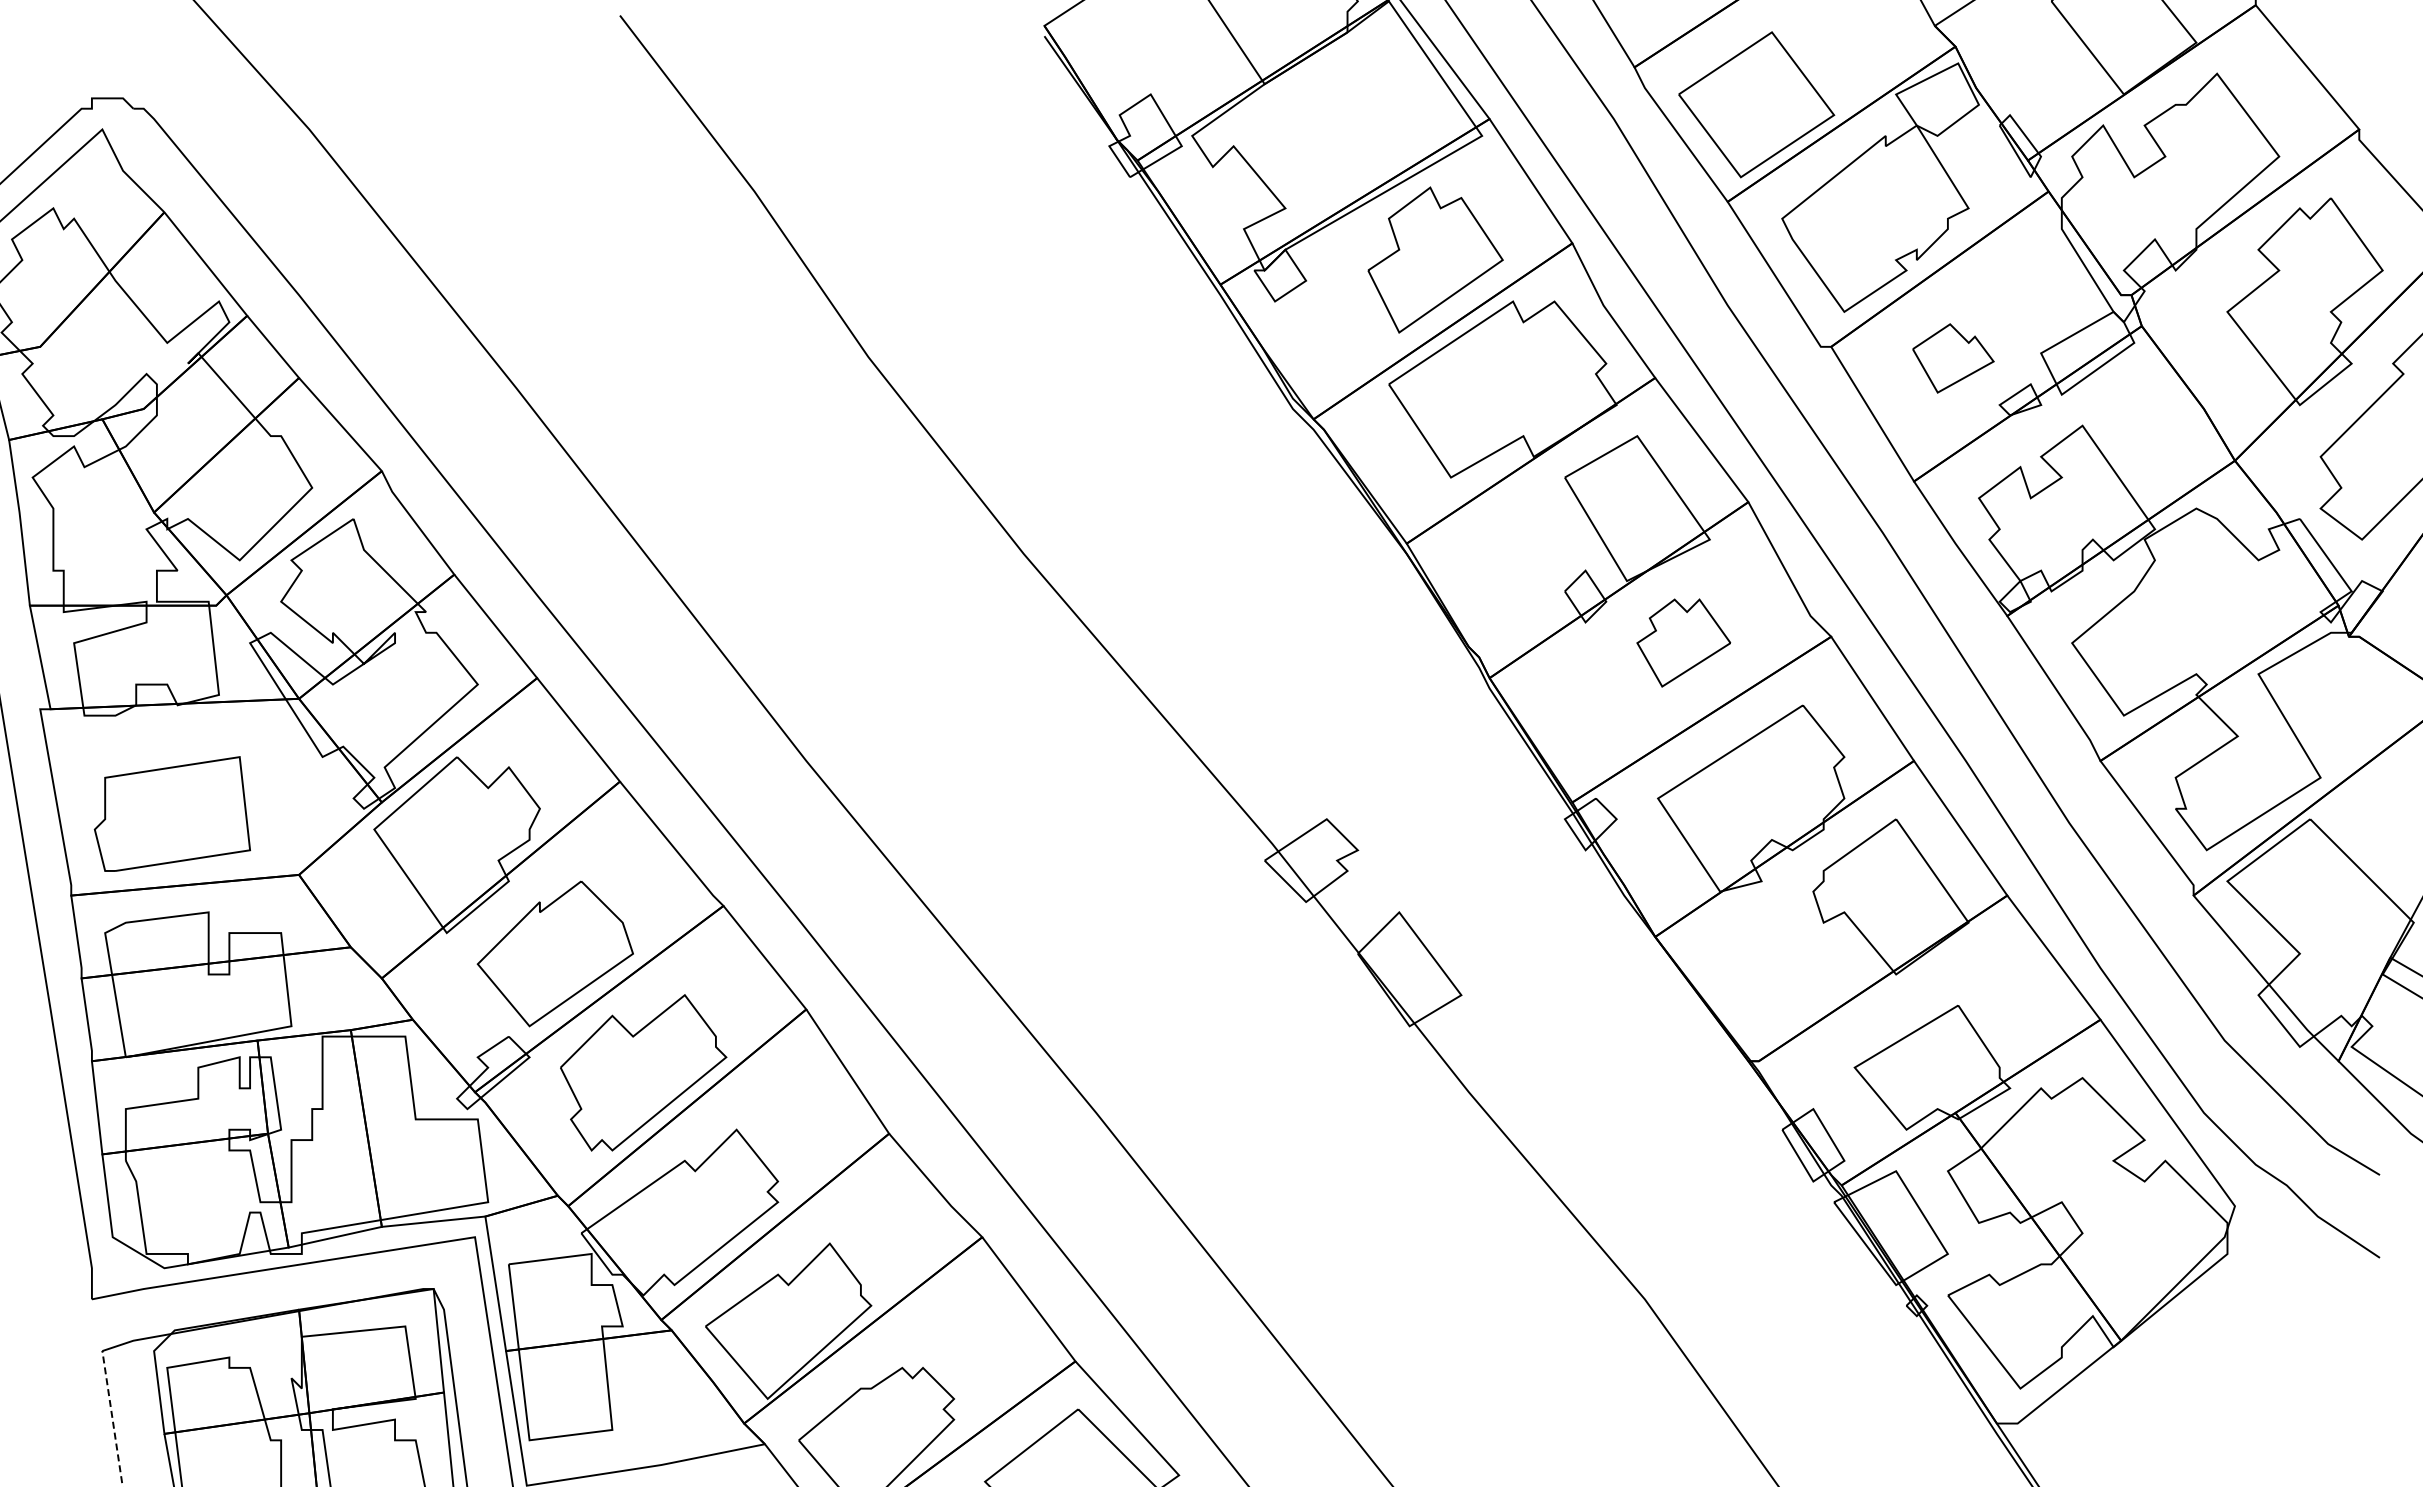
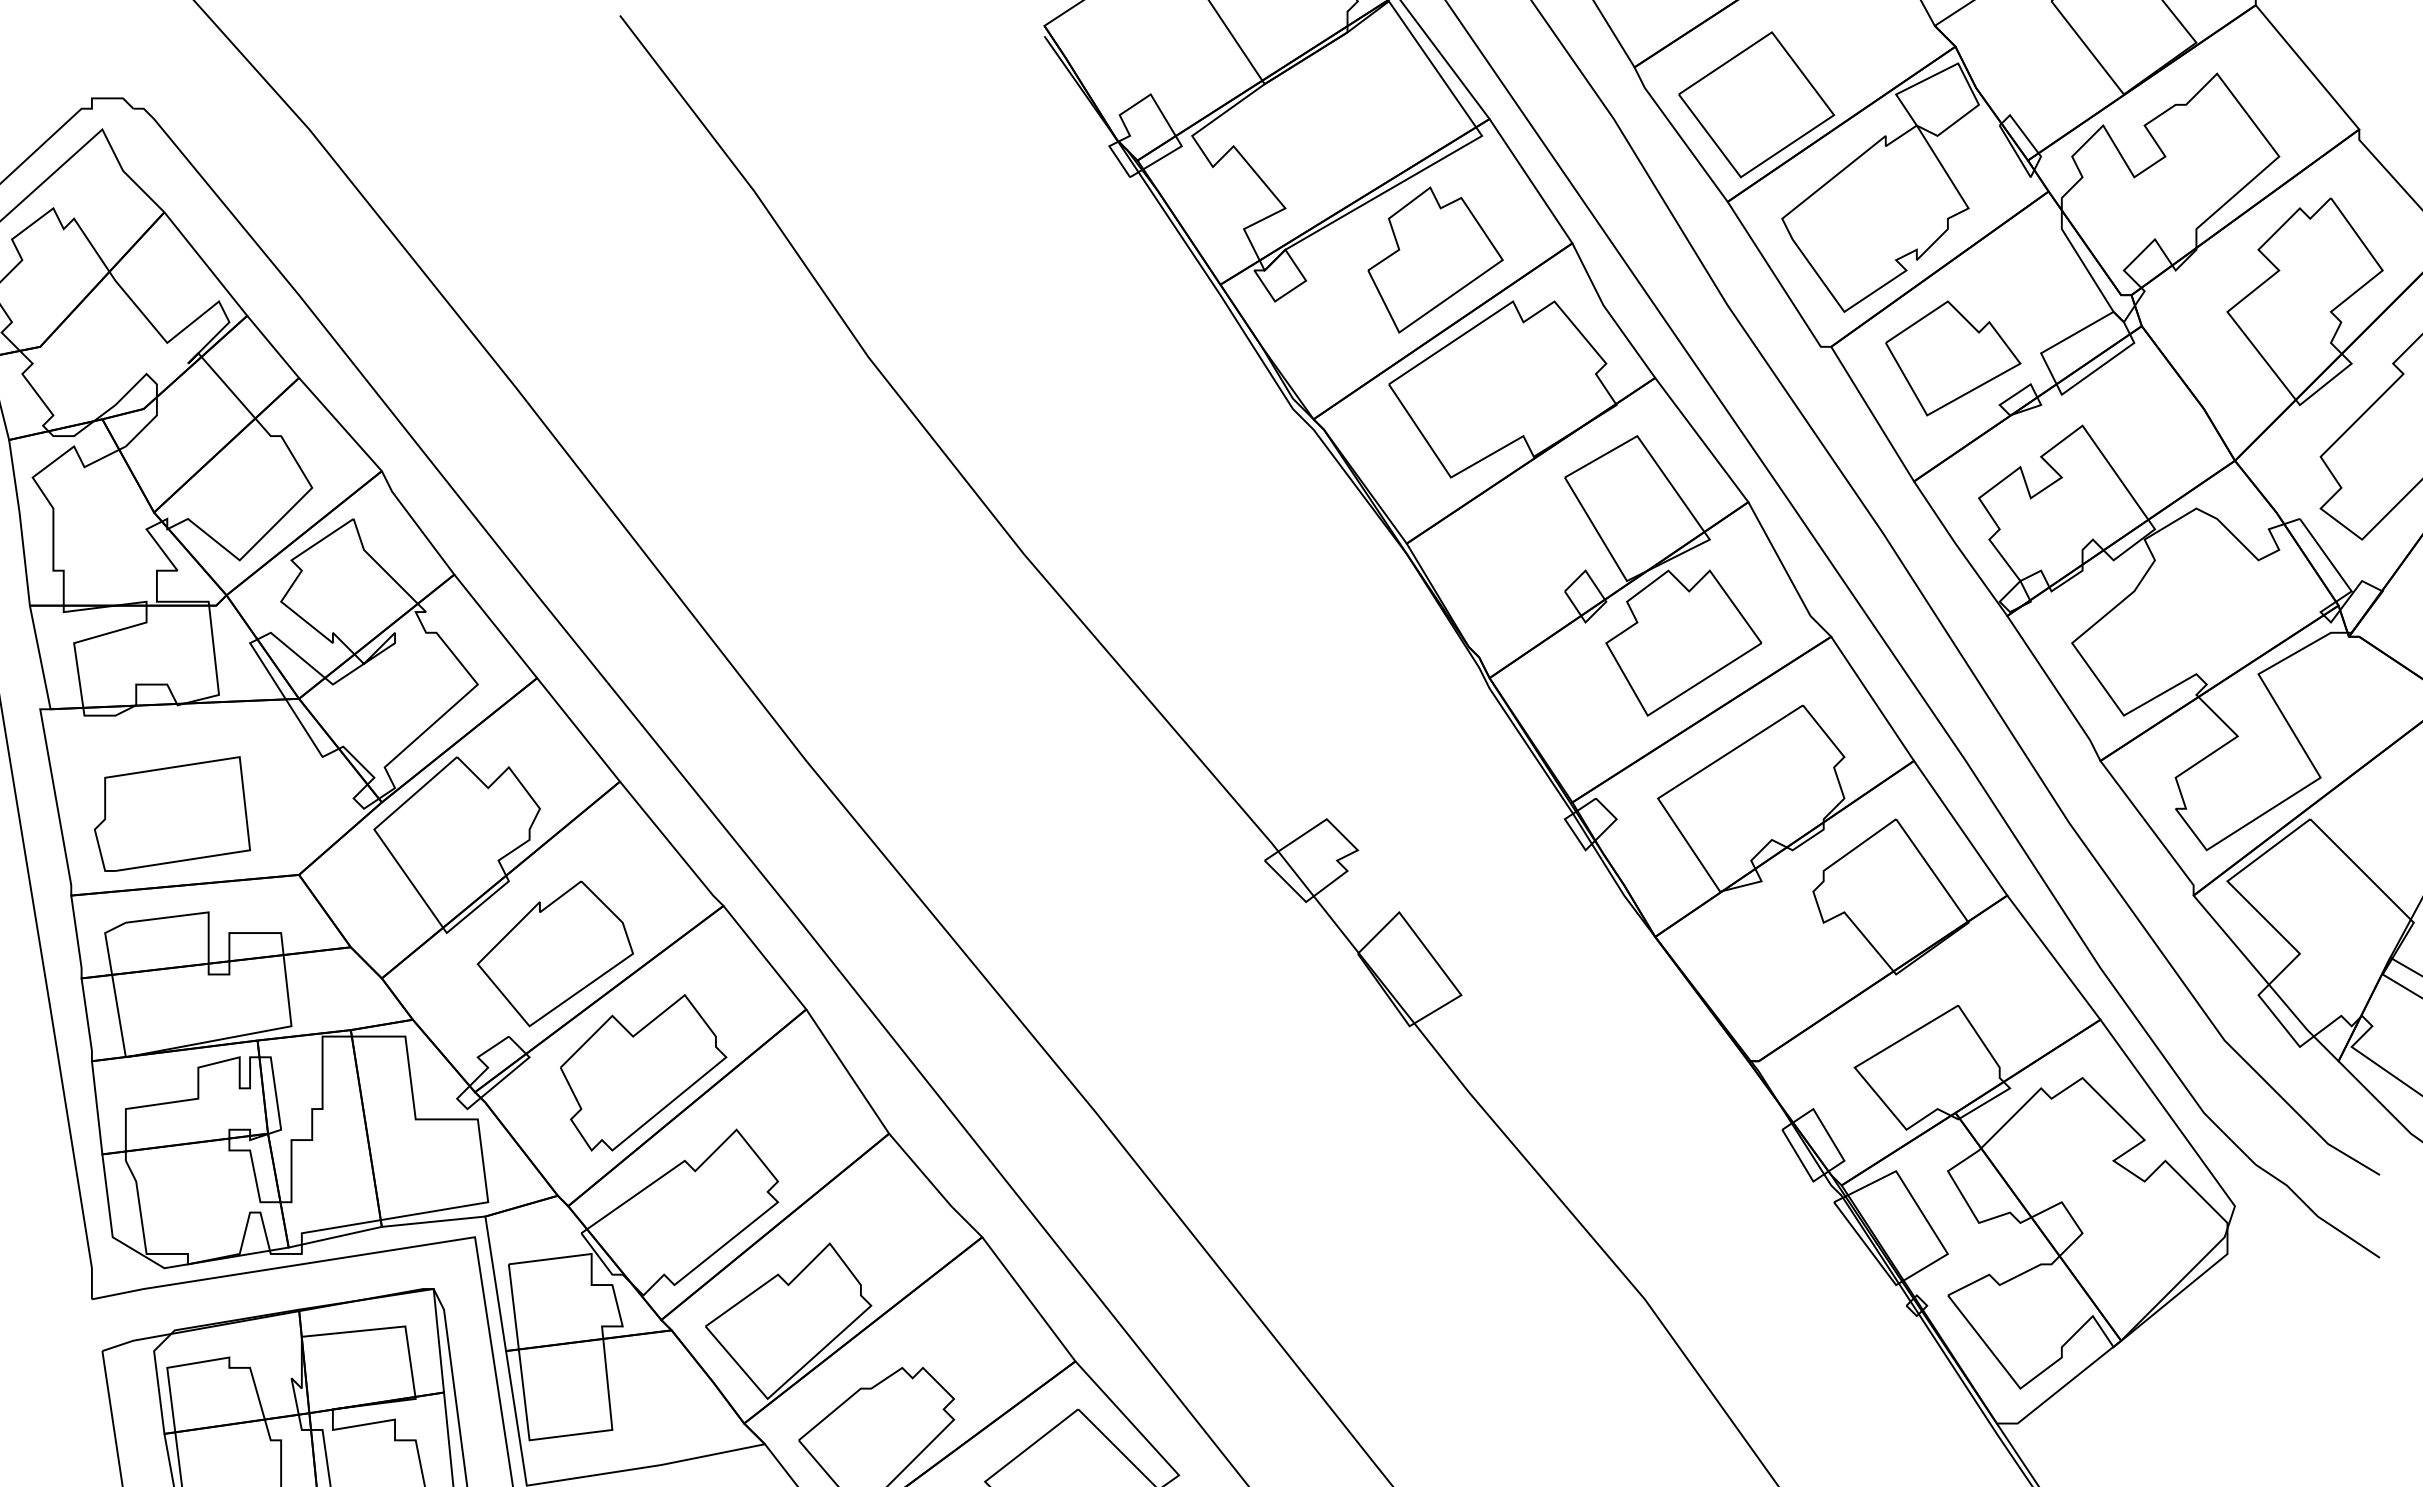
part at (1953, 358) size: 83x71 px -> 137x117 px
part at (1683, 642) size: 96x90 px -> 158x148 px
line at (112, 1418): dashed -> solid
